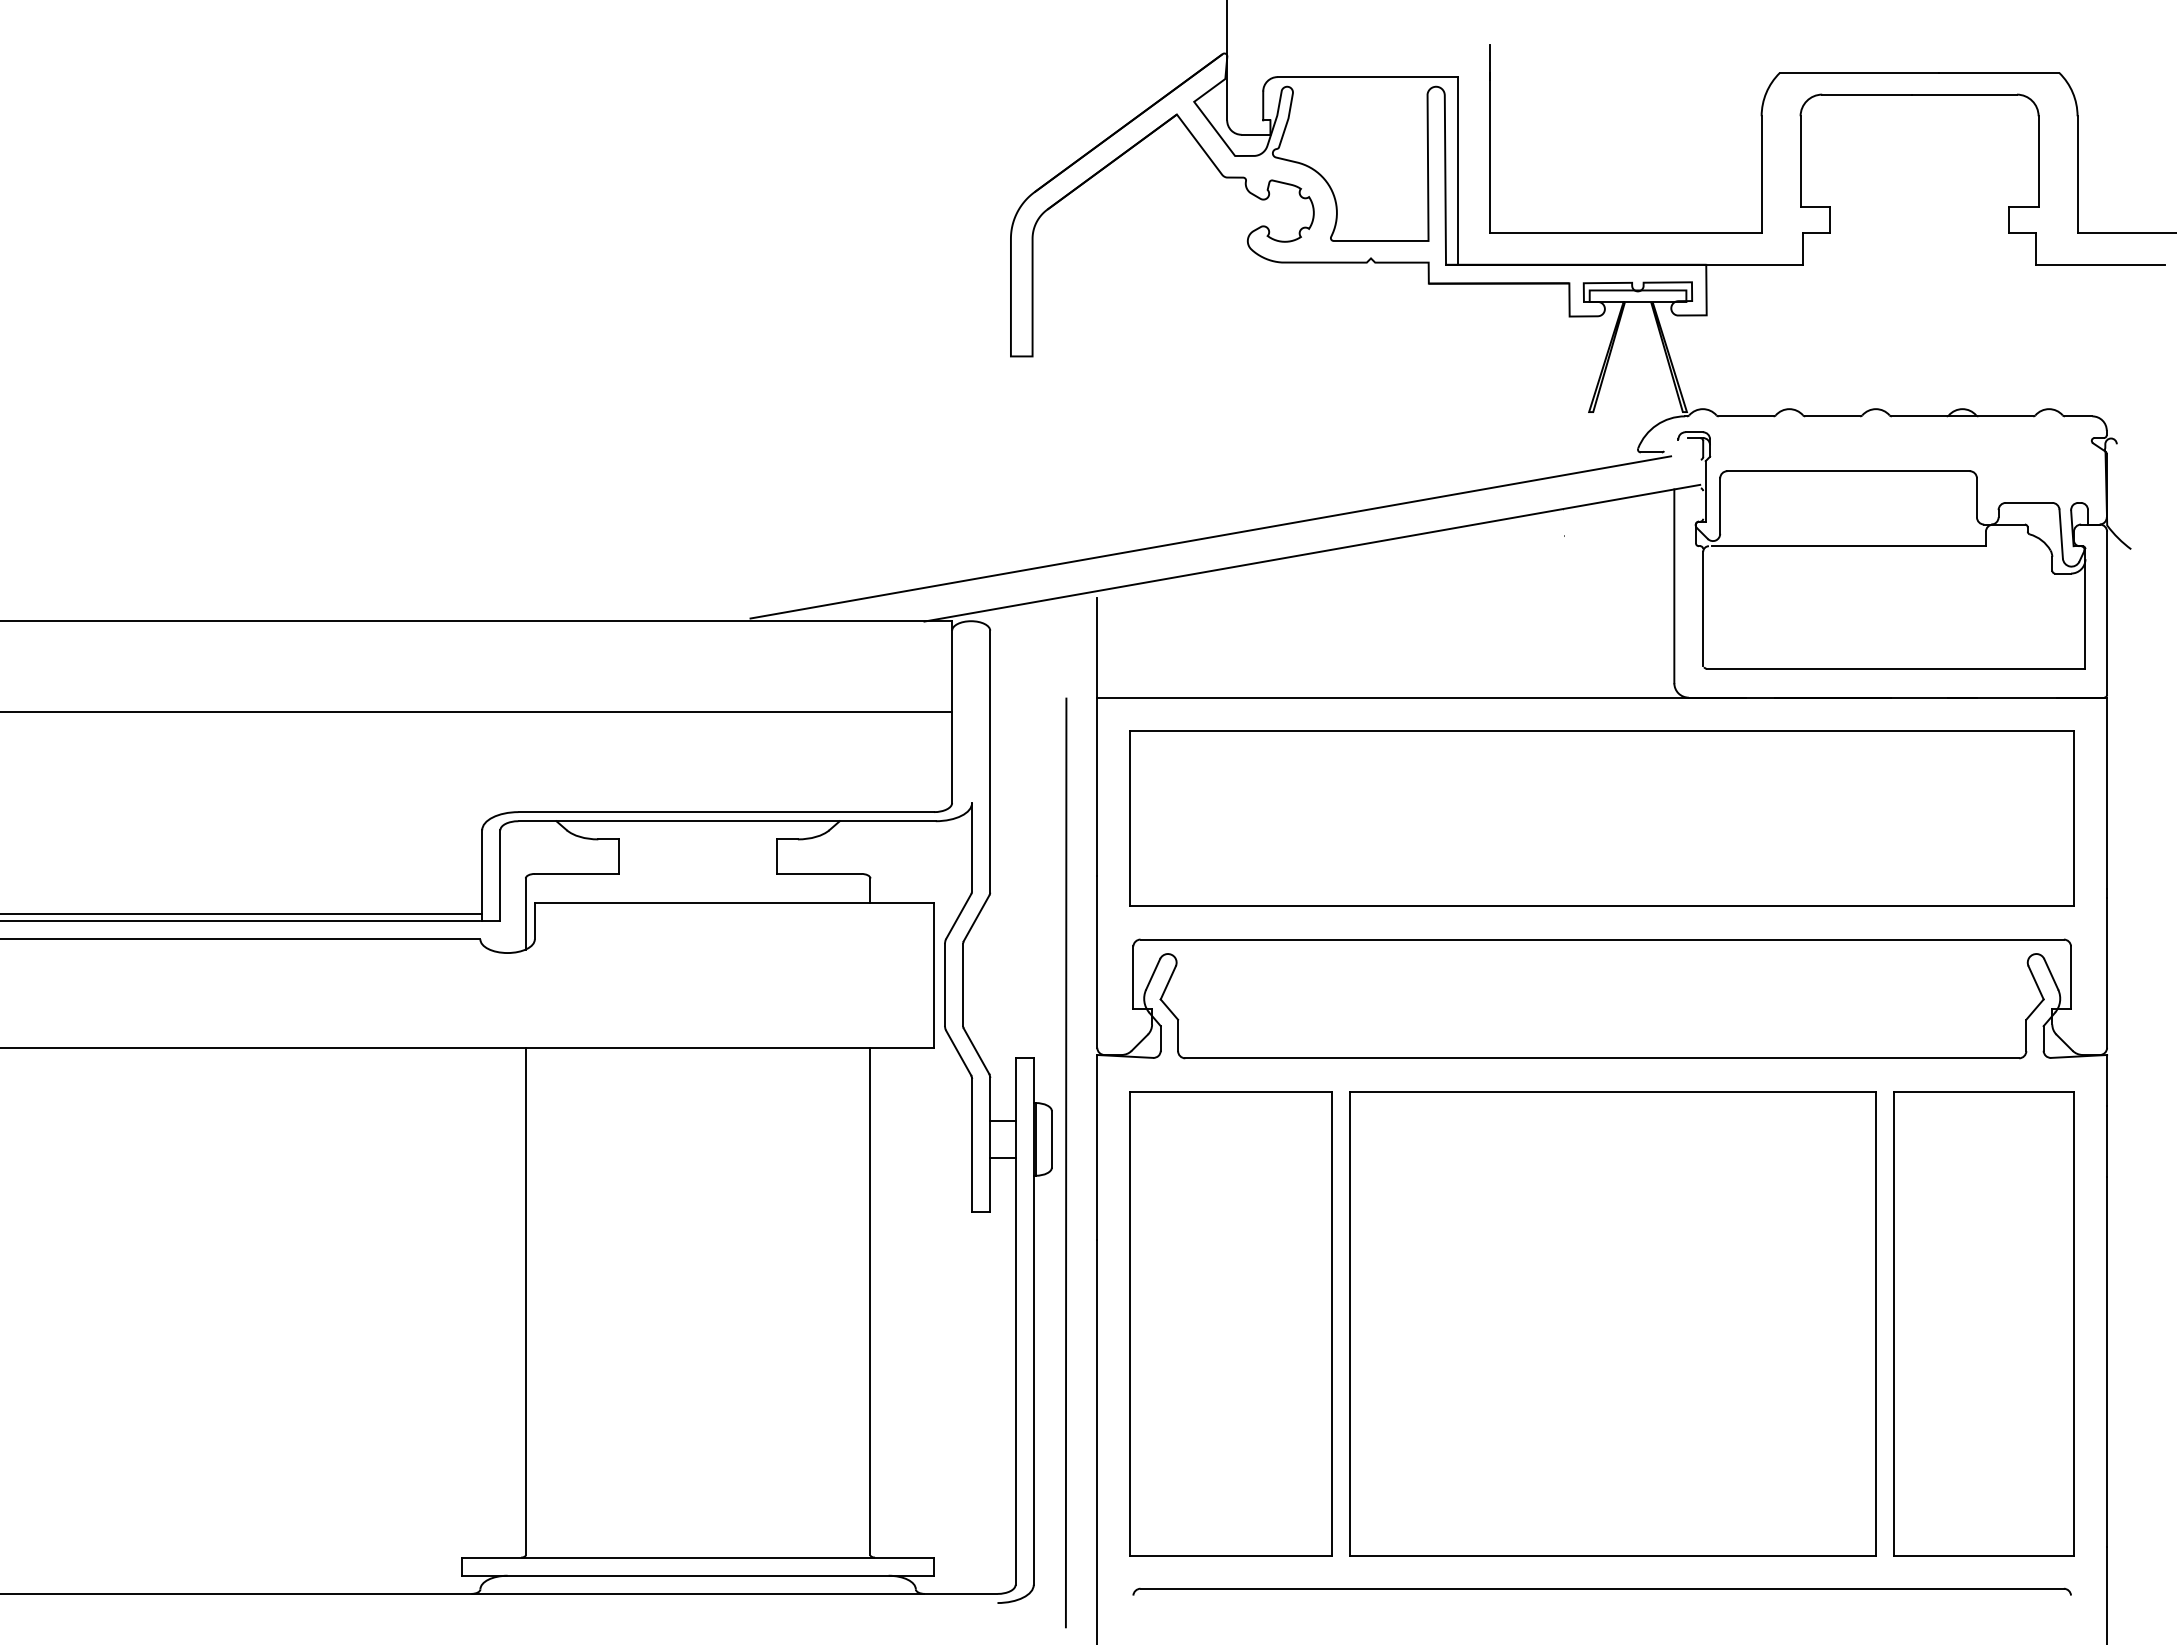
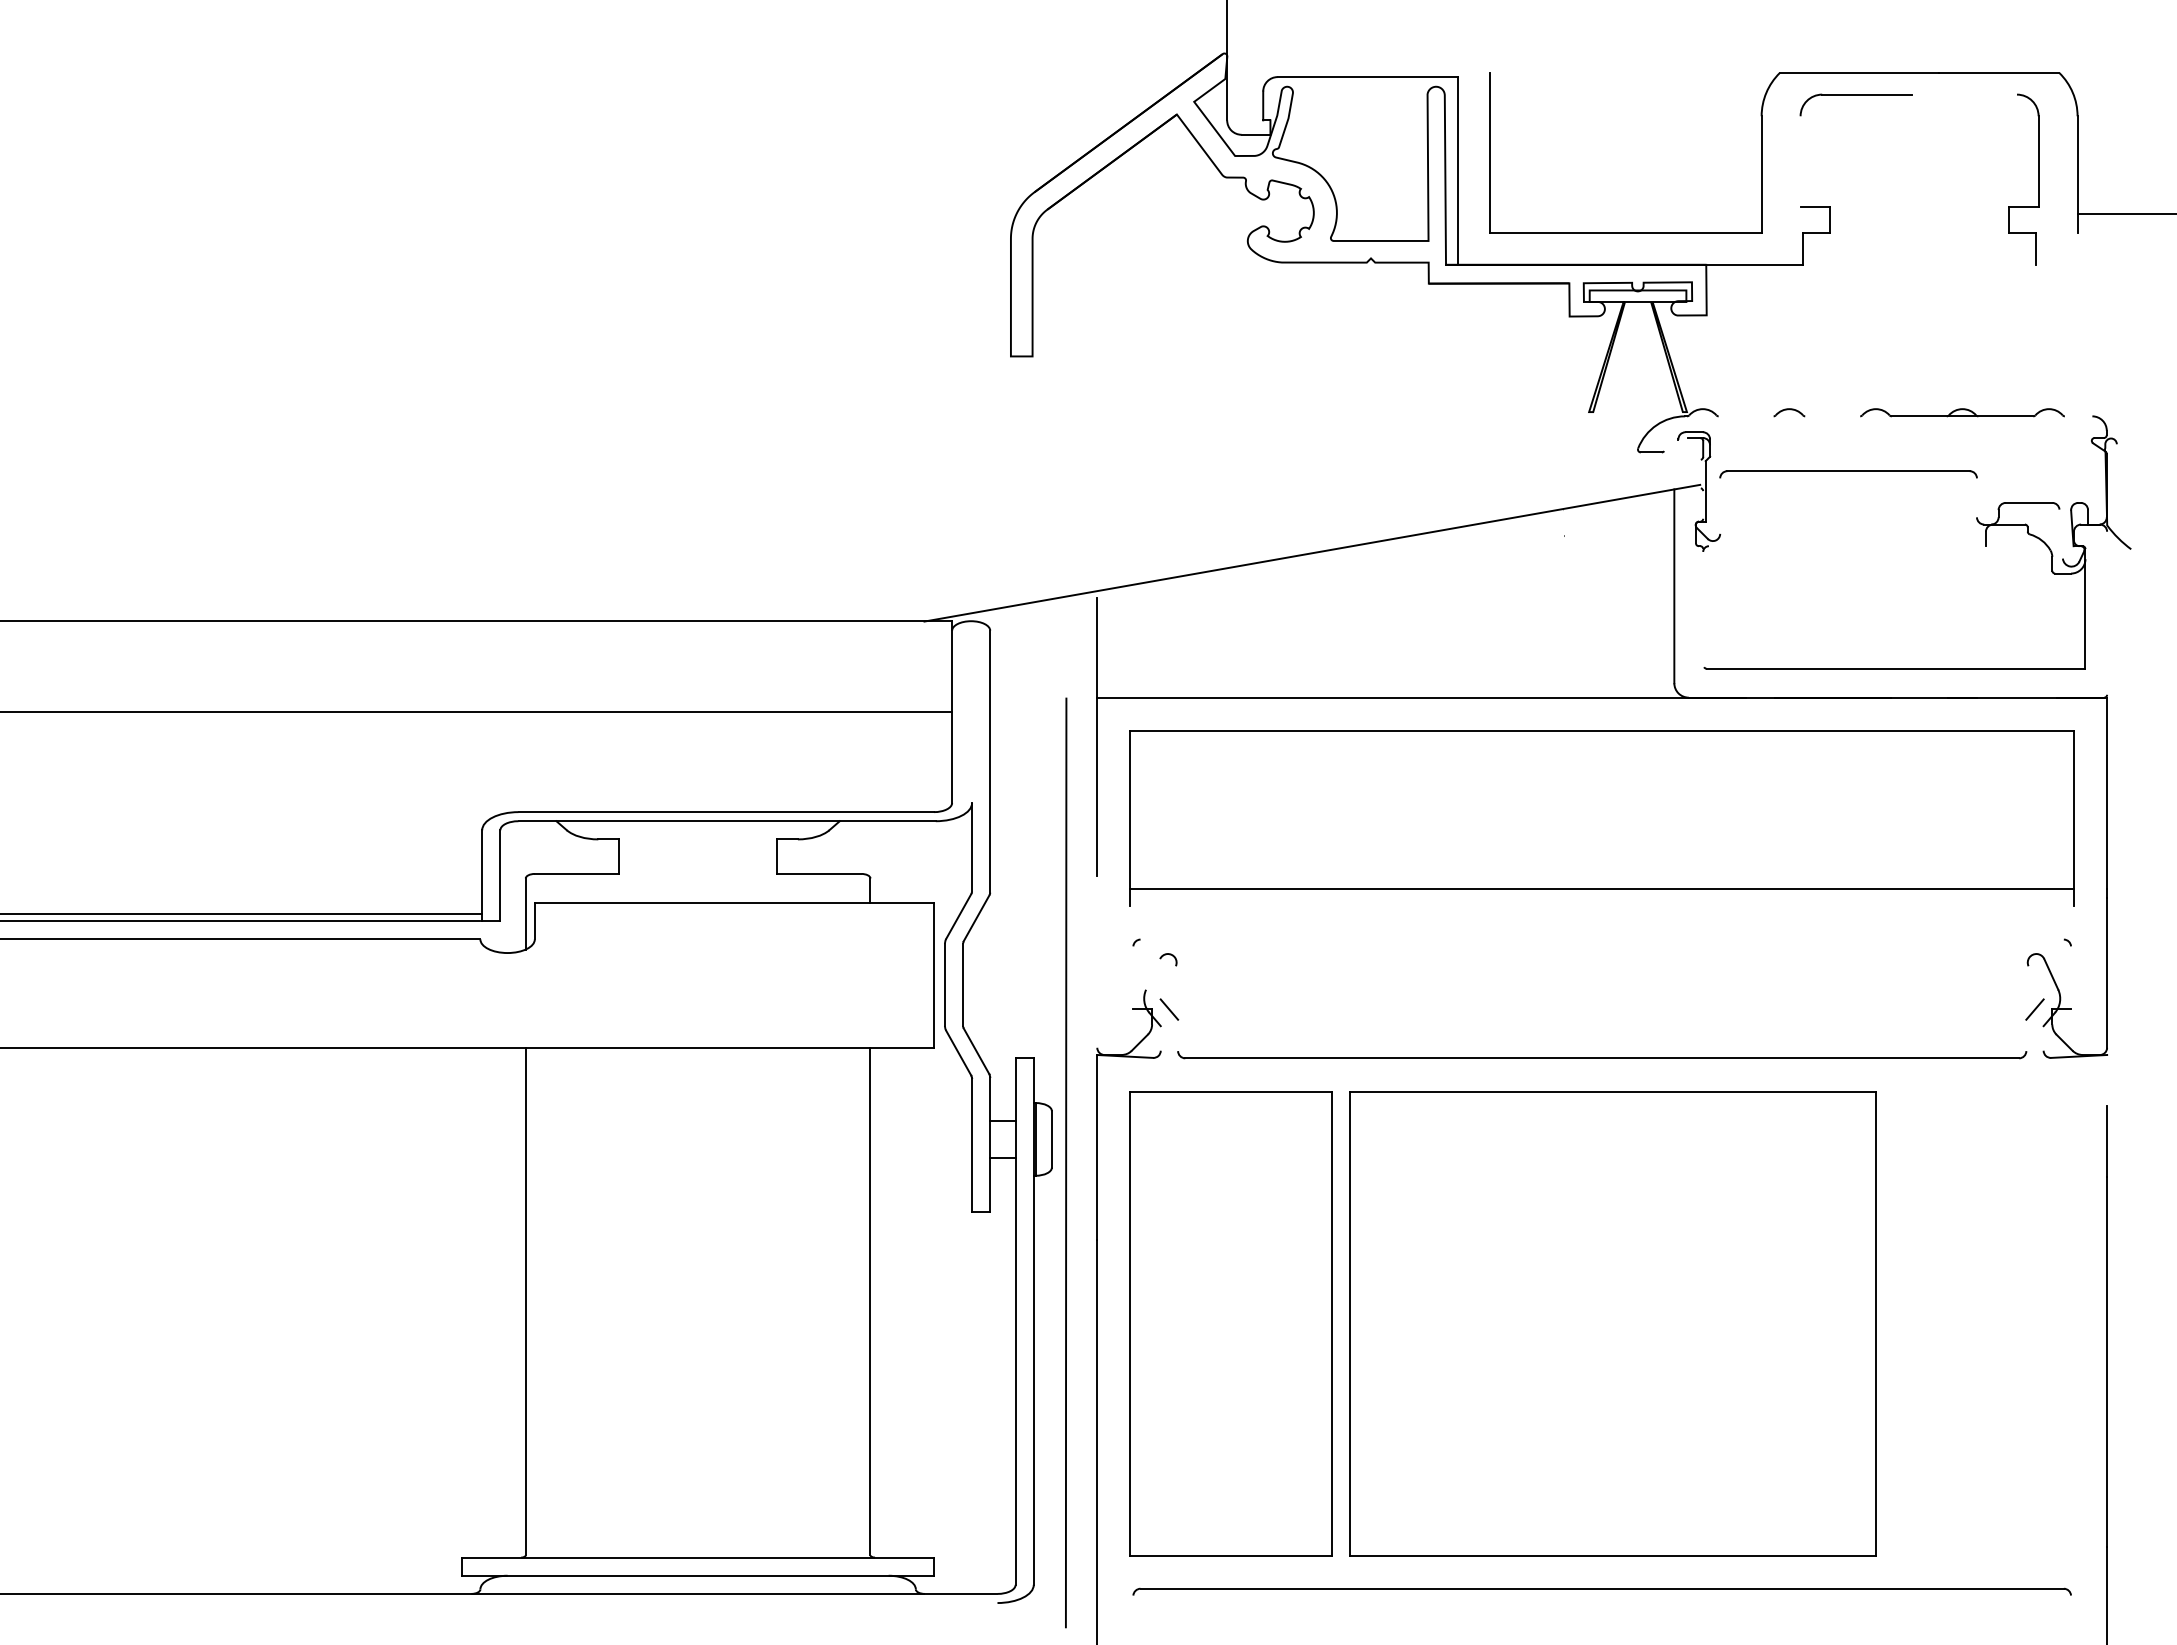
line at (1489, 62): present -> none
line at (1964, 94): present -> none
line at (1800, 161): present -> none
line at (2125, 233) position: (2125, 233) -> (2125, 214)
line at (2100, 264): present -> none
line at (1745, 416): present -> none
line at (1832, 416): present -> none
line at (2078, 416): present -> none
line at (1976, 497): present -> none
line at (1720, 505): present -> none
line at (2060, 533): present -> none
line at (1210, 537): present -> none
line at (1848, 546): present -> none
line at (1703, 608): present -> none
line at (2107, 612): present -> none
line at (1601, 906) position: (1601, 906) -> (1601, 889)
line at (1601, 939): present -> none
line at (1097, 961): present -> none
line at (1153, 974): present -> none
line at (1133, 977): present -> none
line at (2071, 977): present -> none
line at (1167, 982): present -> none
line at (2035, 982): present -> none
line at (1178, 1035): present -> none
line at (2026, 1035): present -> none
line at (1160, 1038): present -> none
line at (2043, 1038): present -> none
line at (2107, 1080): present -> none
part at (1983, 1323): present -> none
